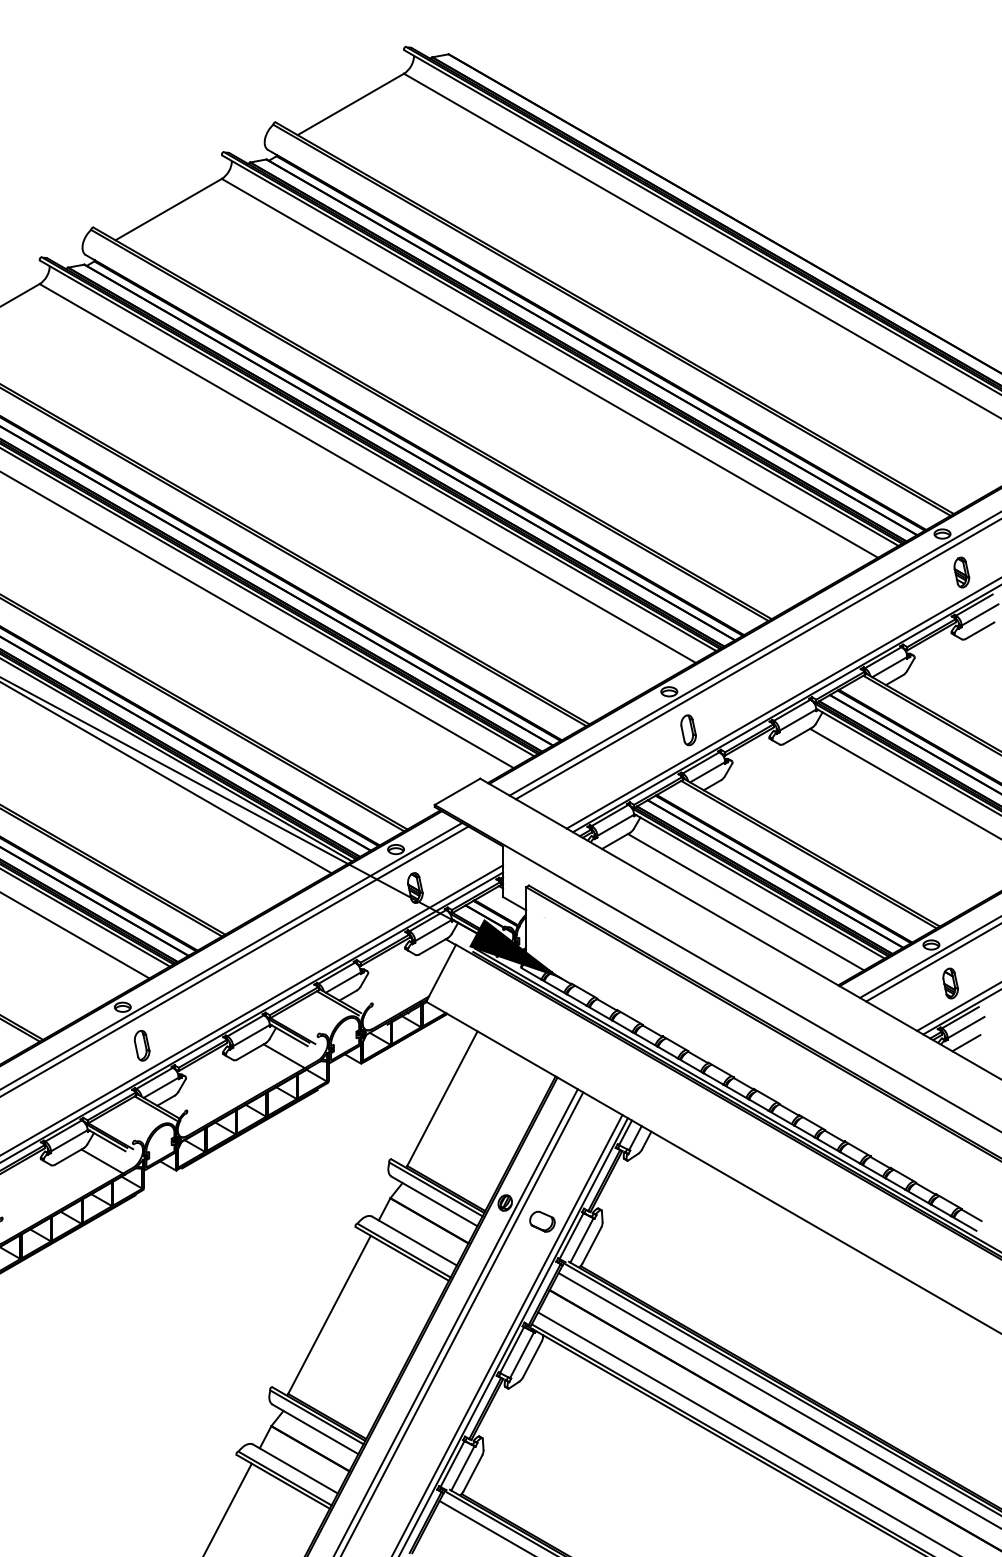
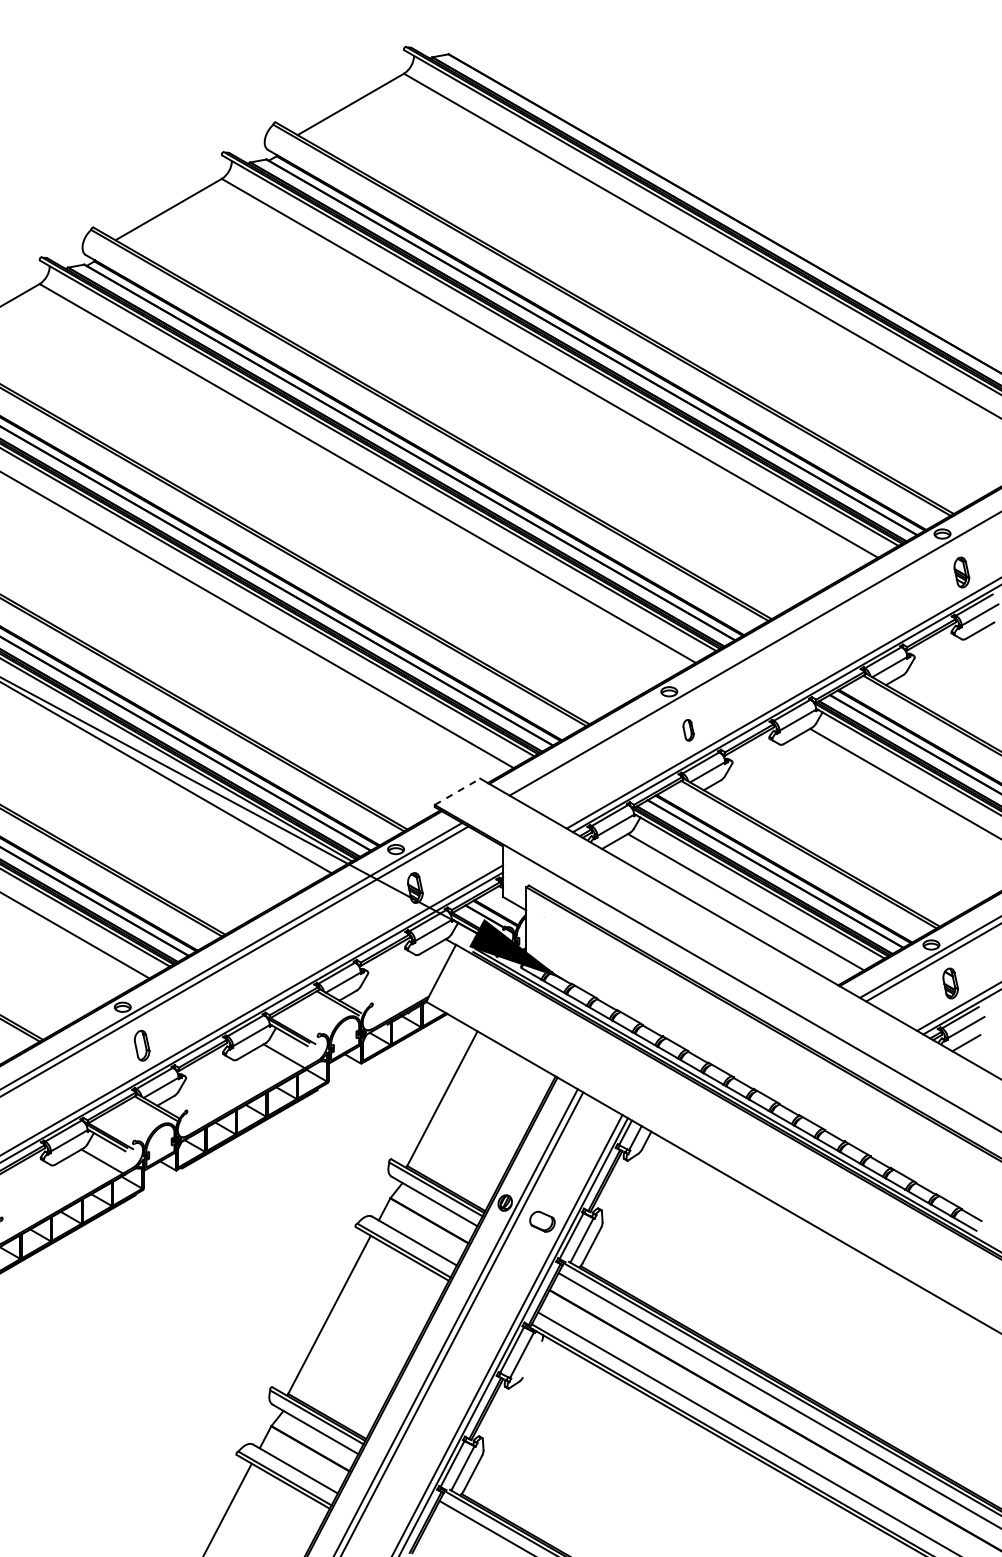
line at (756, 659): present -> none
part at (688, 730) size: 17x33 px -> 13x23 px
line at (457, 791): solid -> dashed
line at (532, 1359): present -> none
